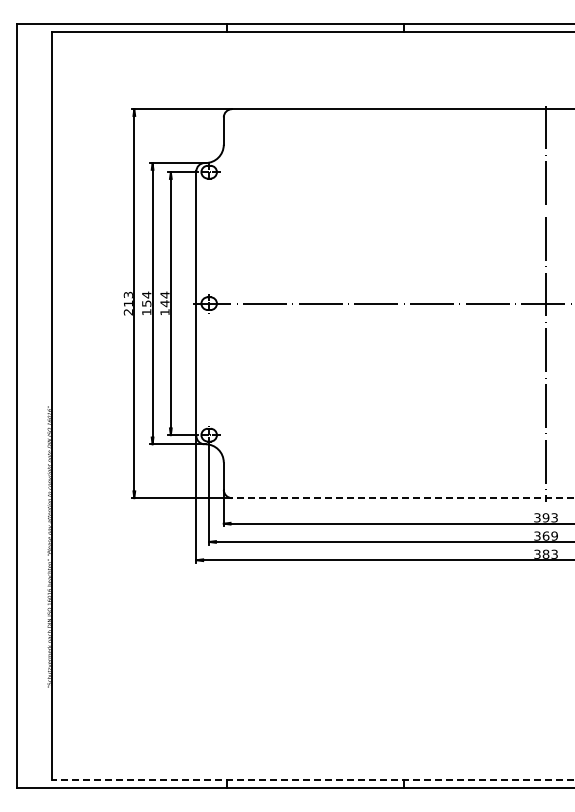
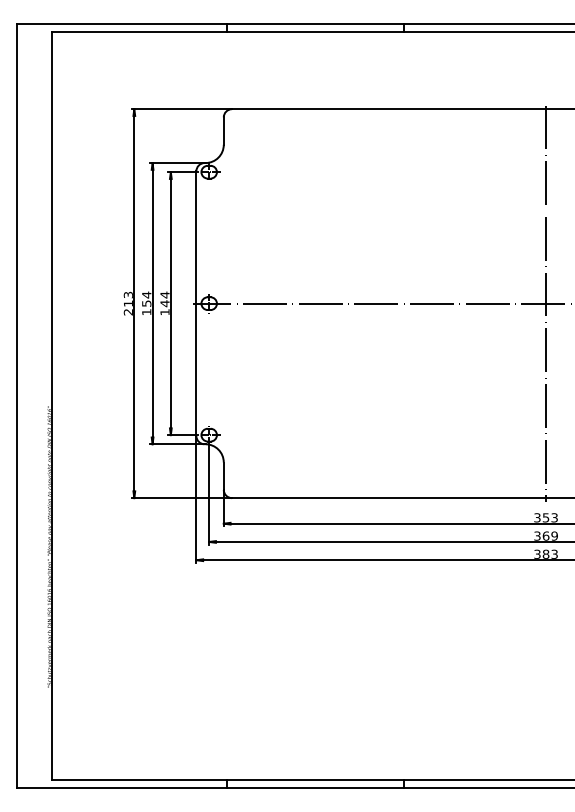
line at (402, 498): dashed -> solid
text at (545, 517): 393 -> 353
line at (312, 780): dashed -> solid
